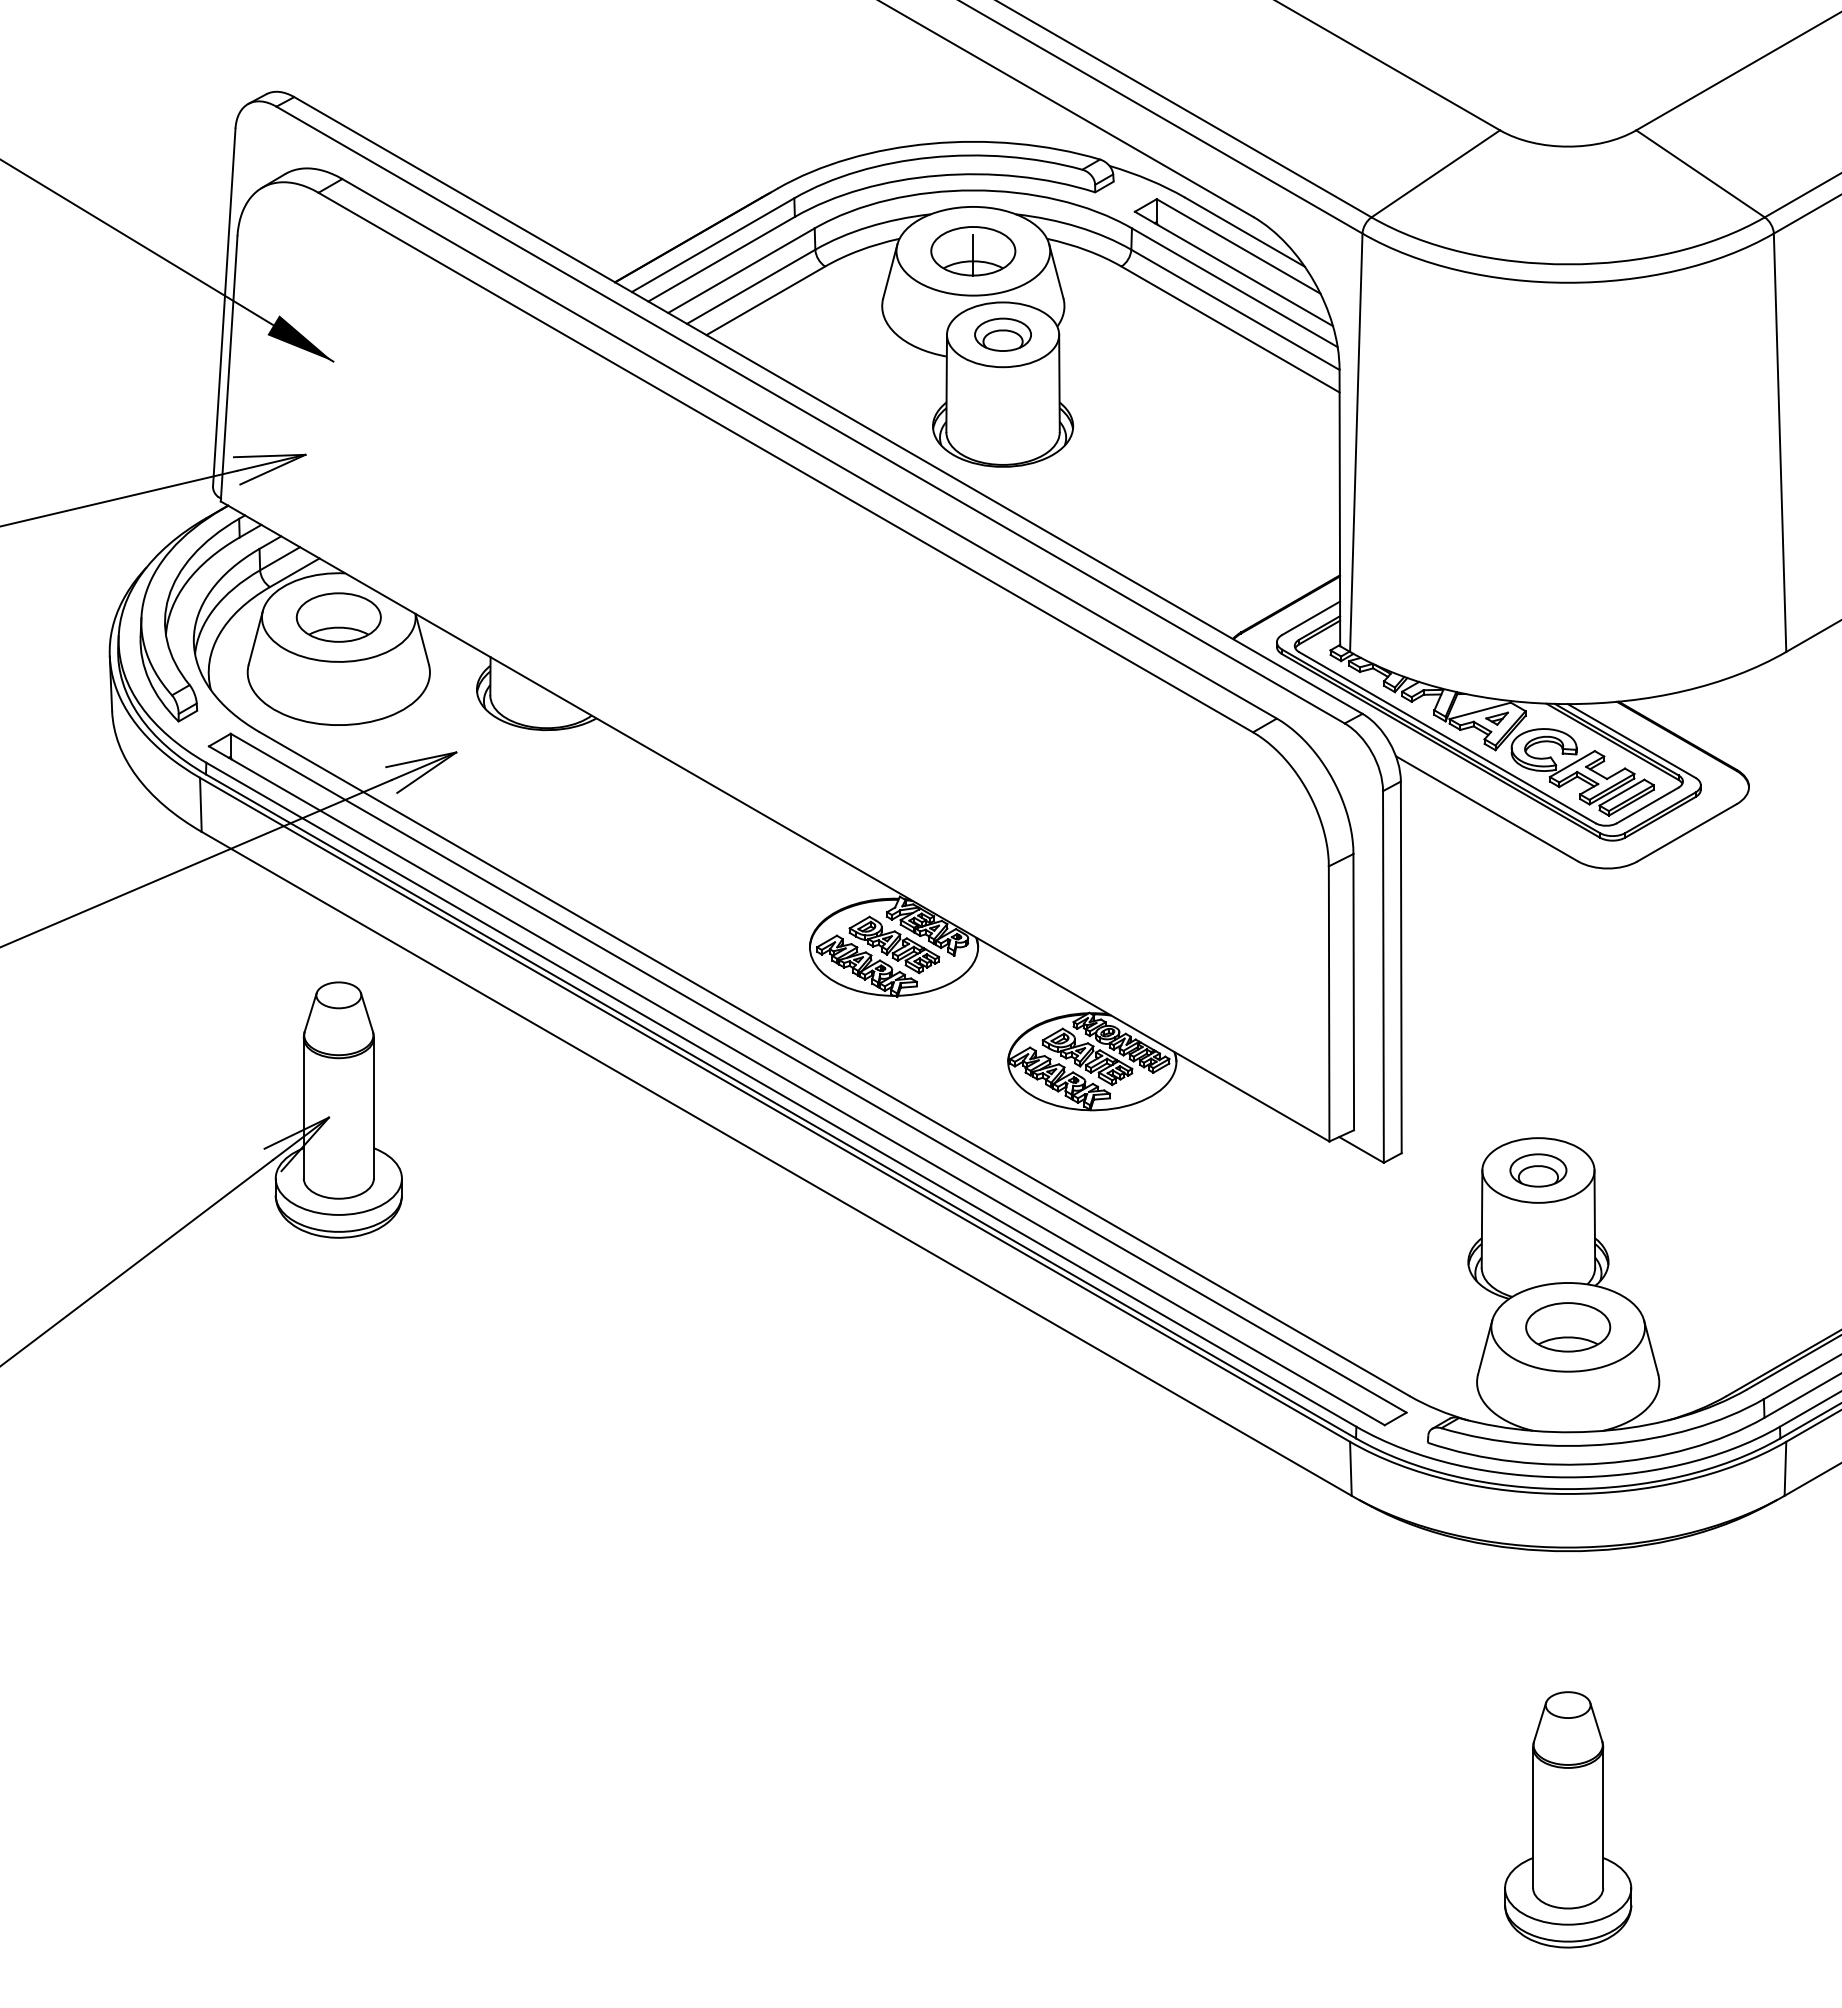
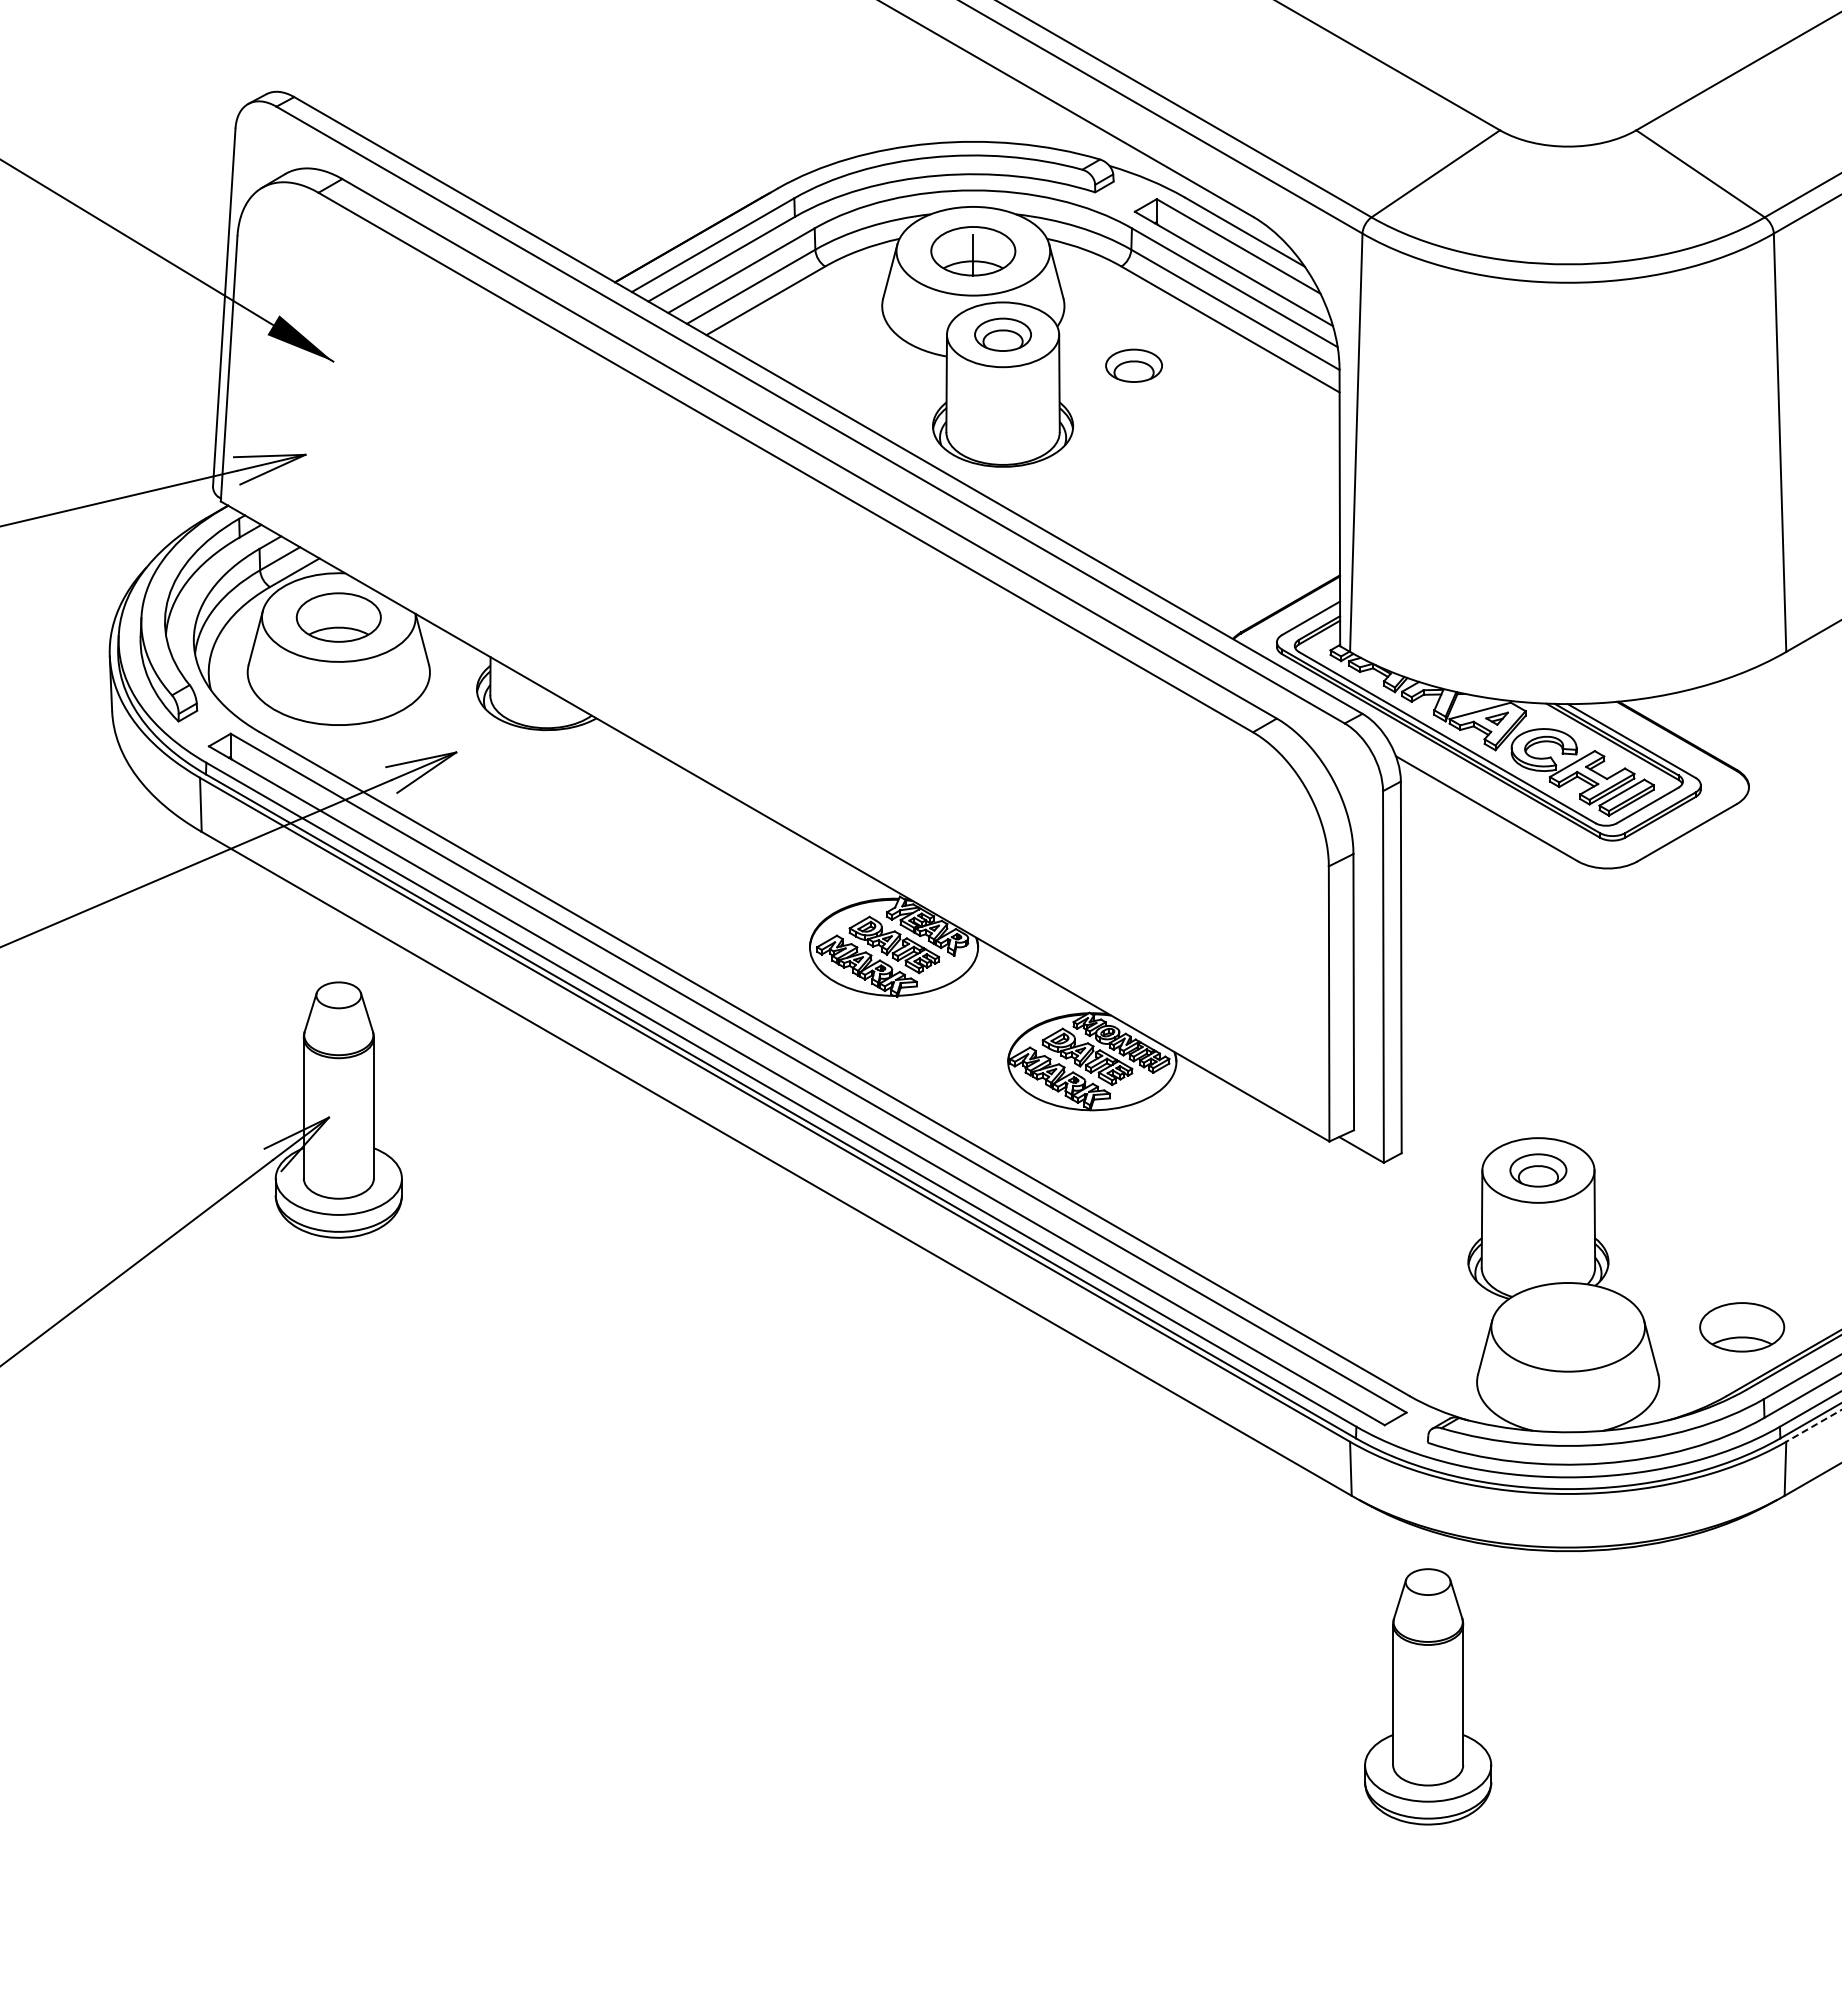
part at (1133, 365): none -> present
part at (1568, 1327) position: (1568, 1327) -> (1742, 1327)
line at (1813, 1425): solid -> dashed
part at (1568, 1819) position: (1568, 1819) -> (1428, 1696)
